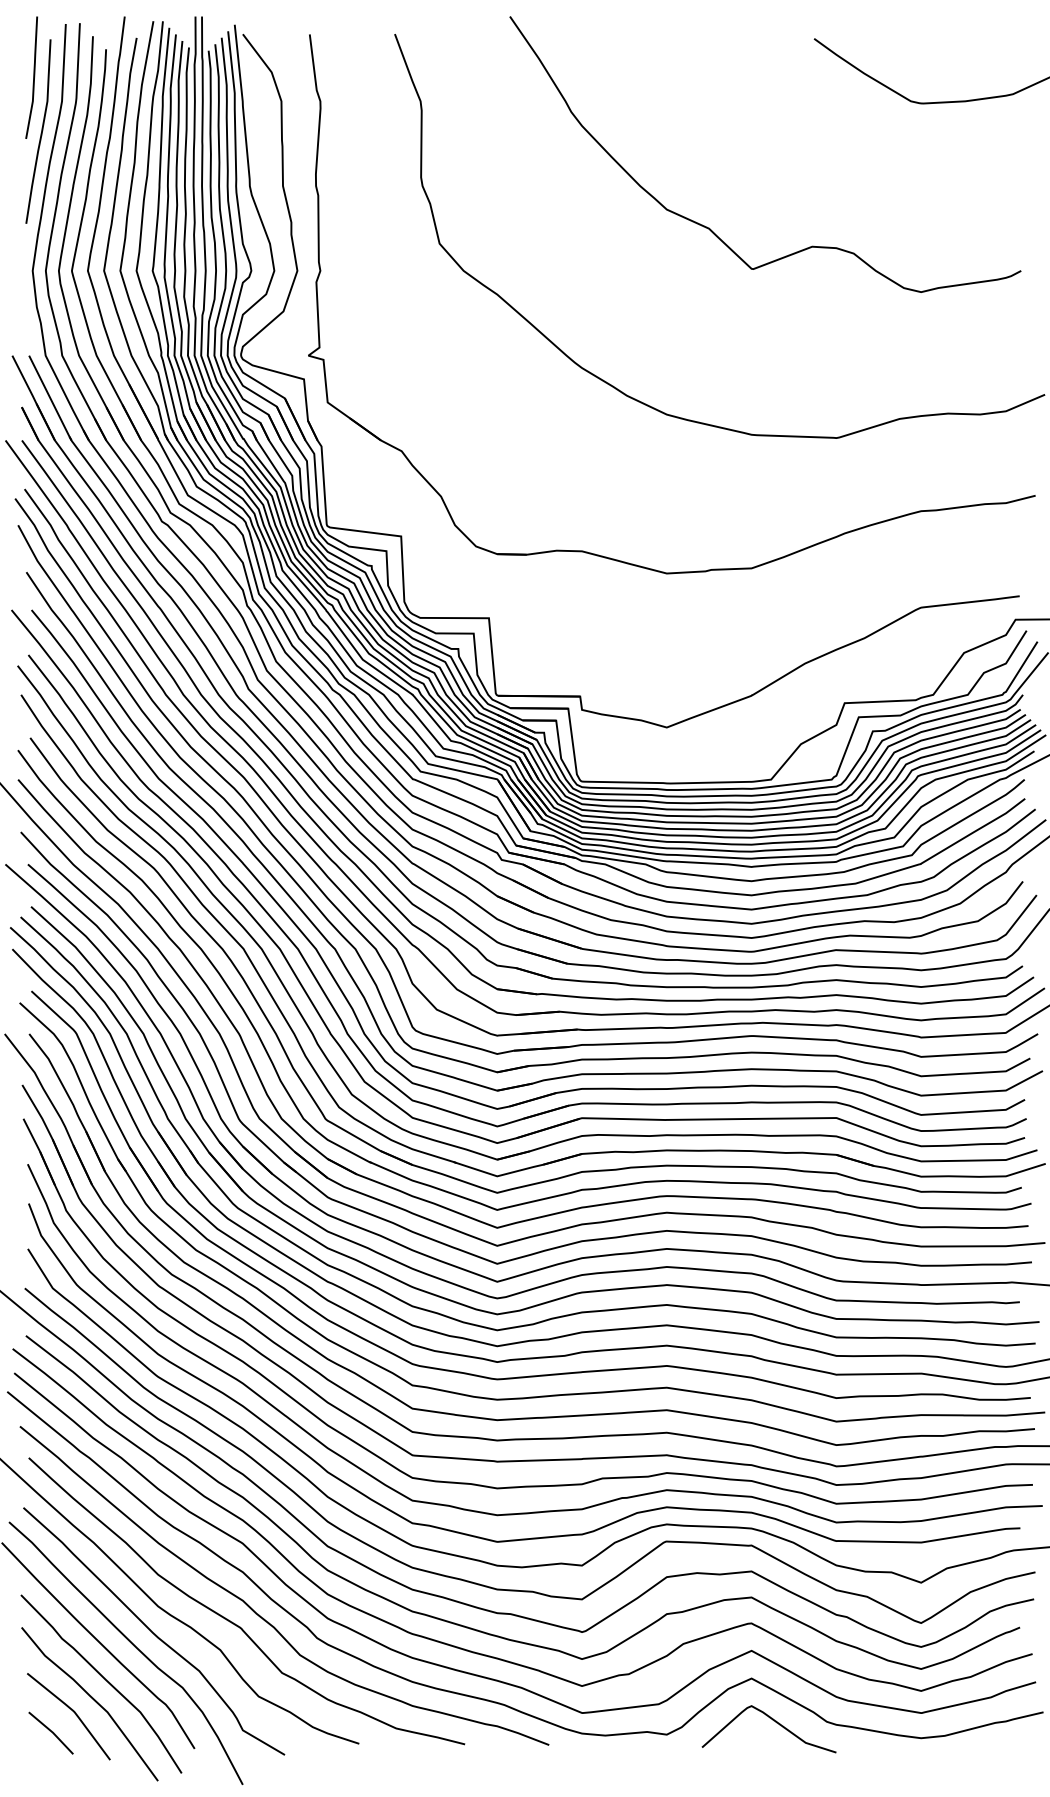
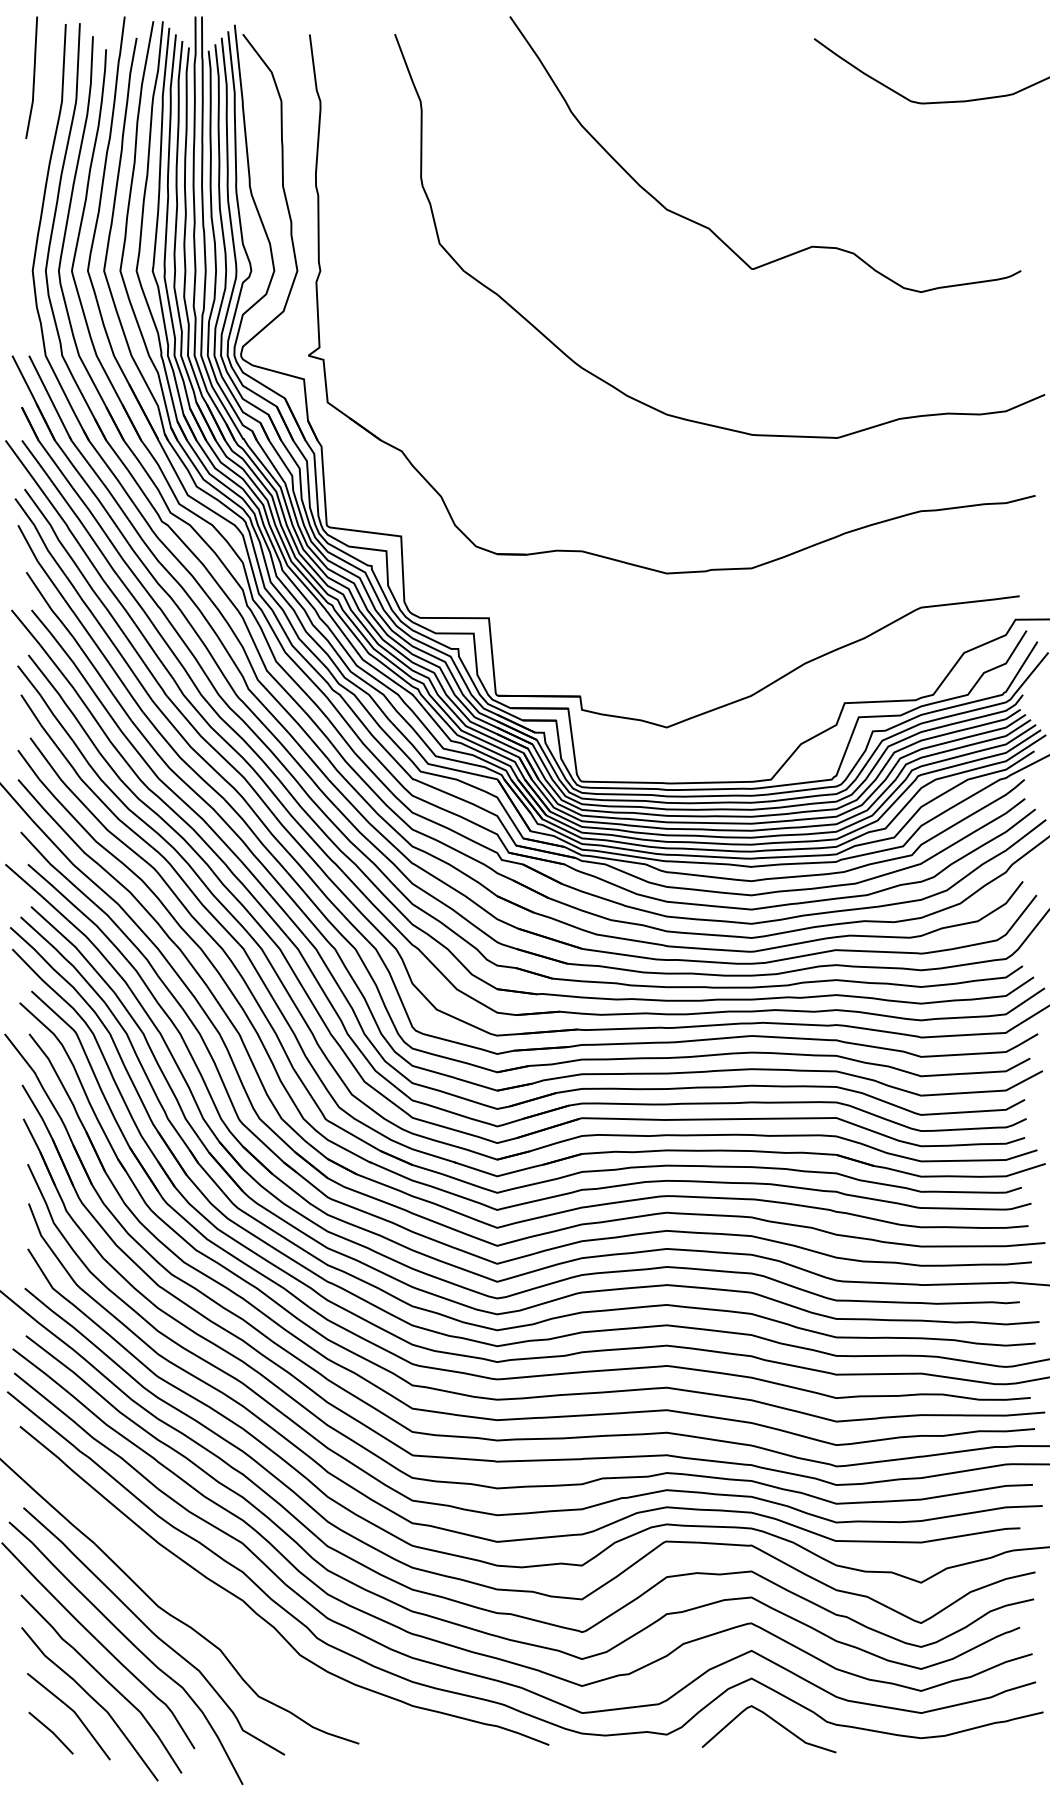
curve at (40, 133): present -> none
curve at (232, 1621): present -> none
